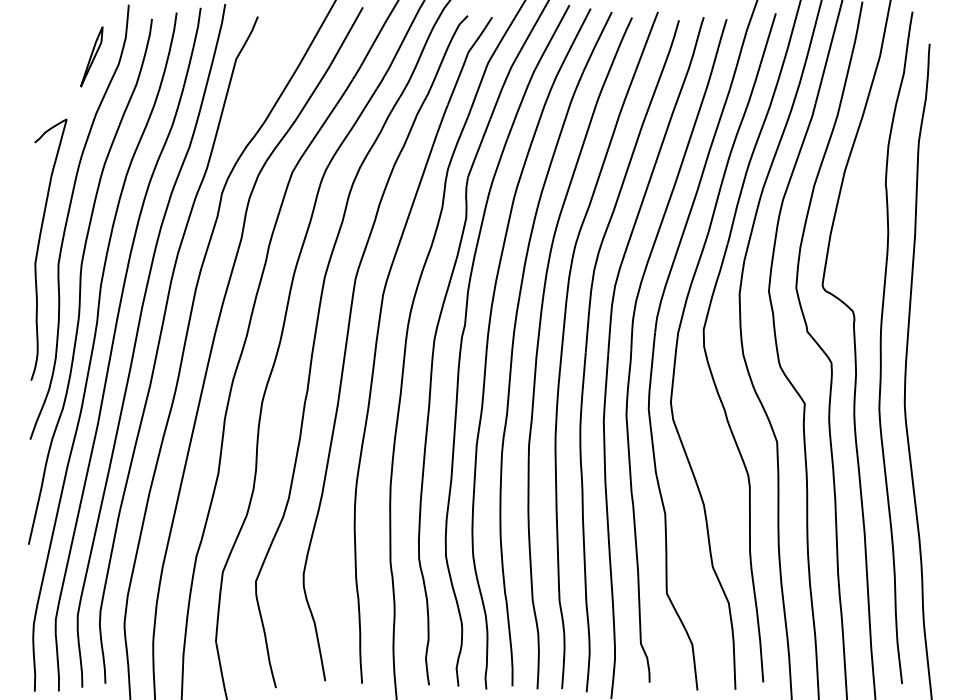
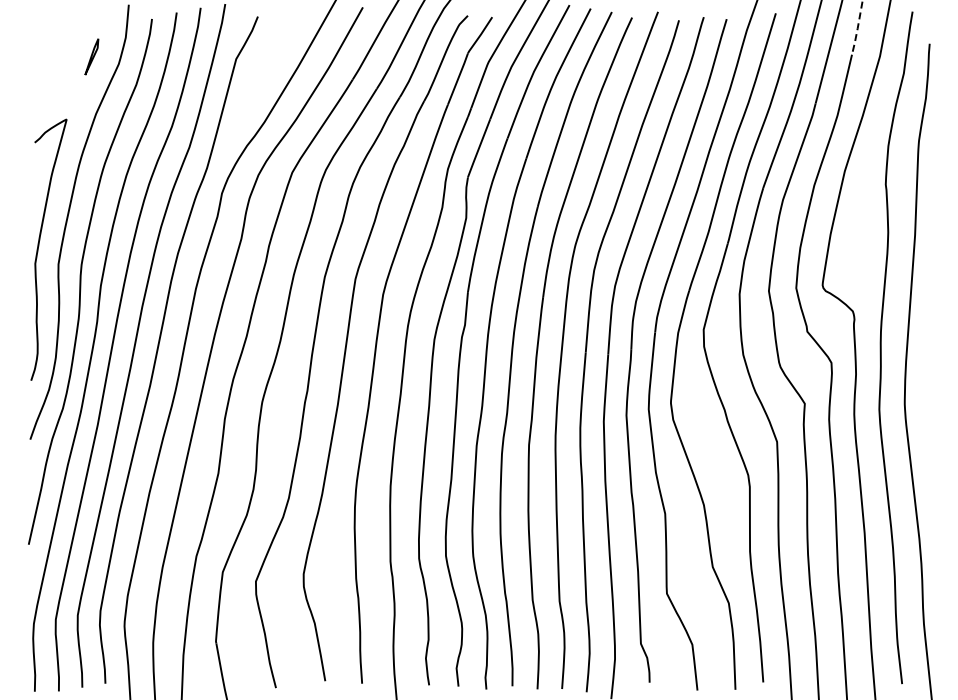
line at (857, 28): solid -> dashed
part at (91, 56) size: 24x62 px -> 16x38 px
